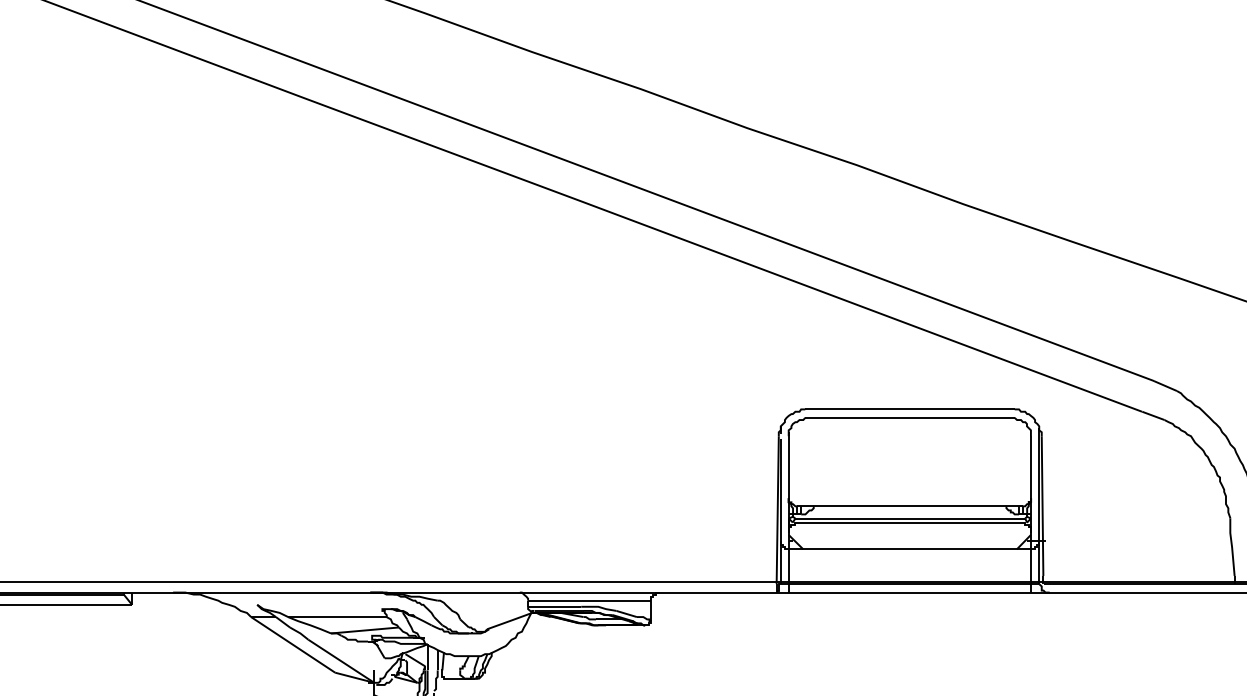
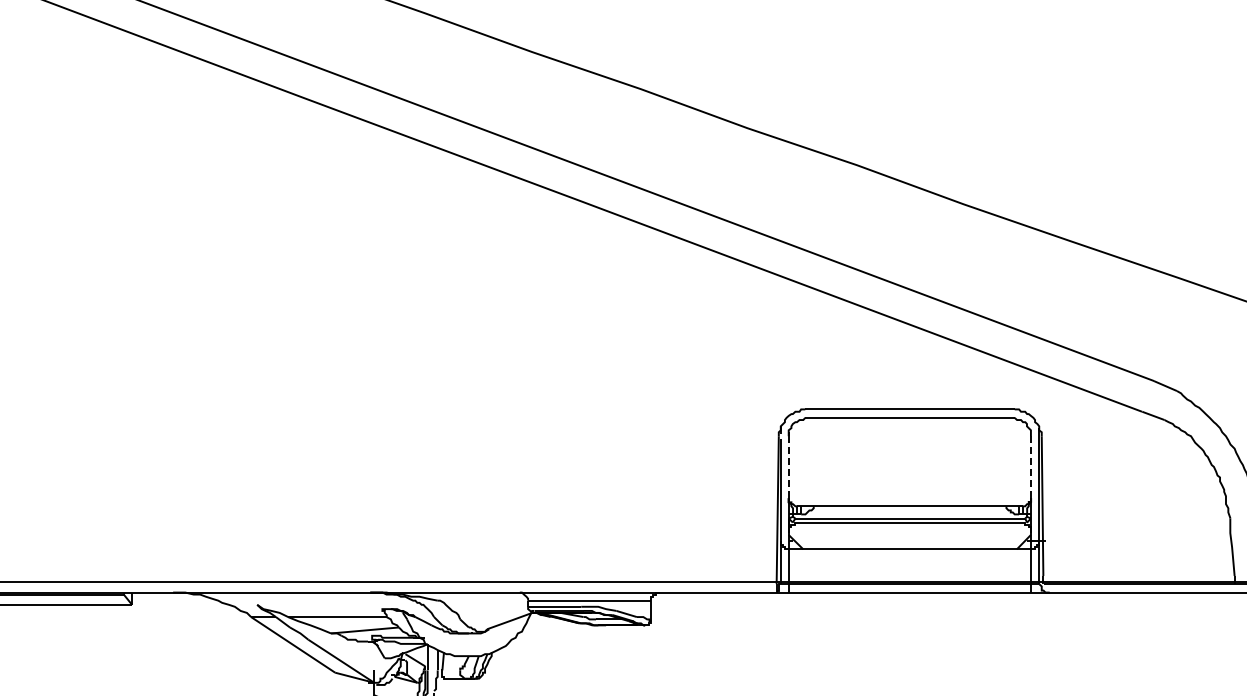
line at (788, 467): solid -> dashed
line at (1030, 467): solid -> dashed
